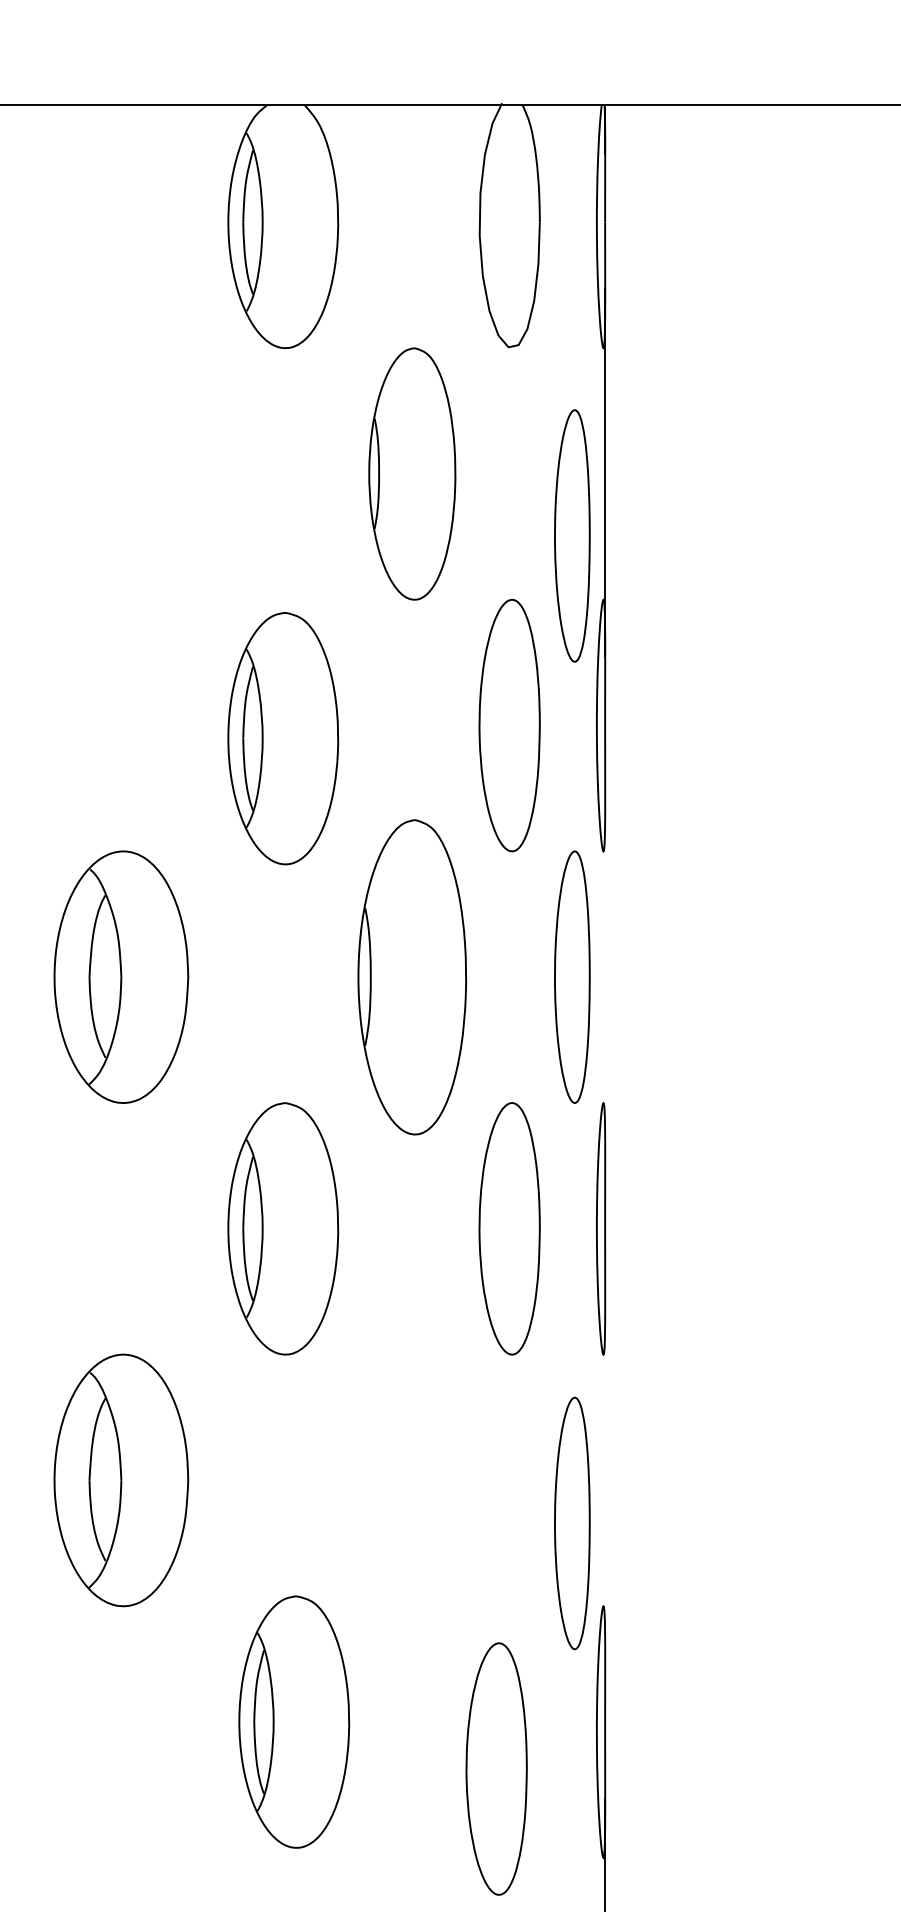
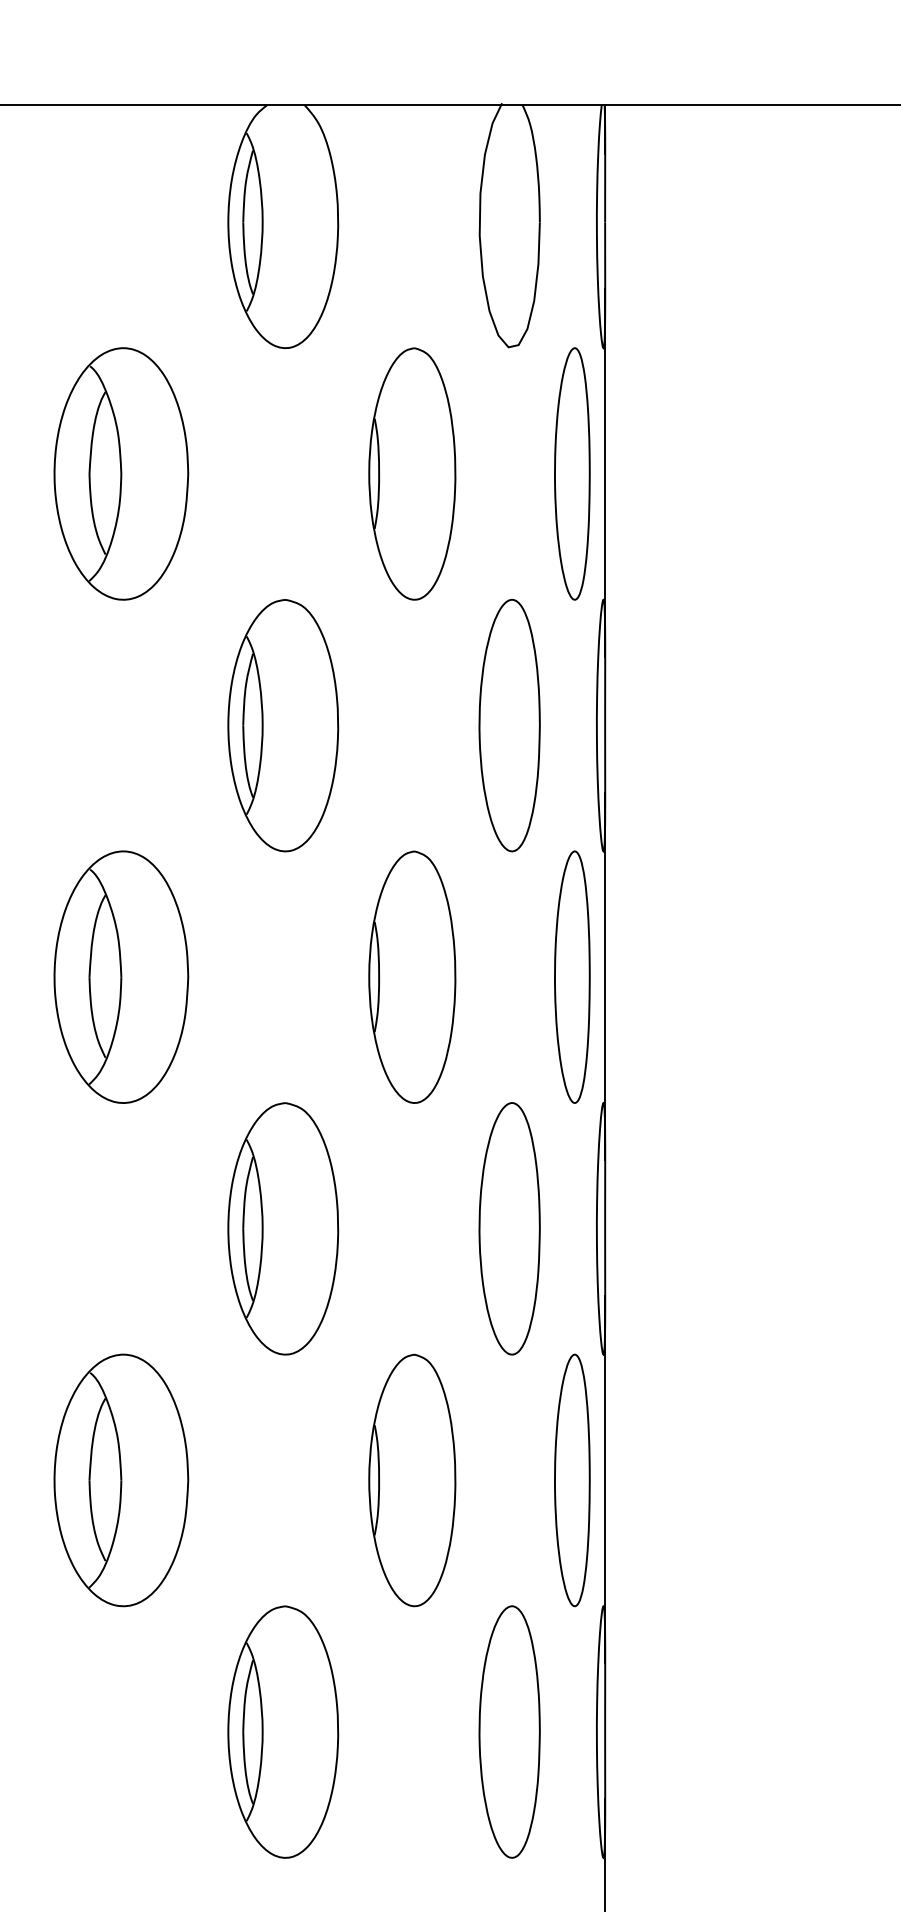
part at (121, 473): none -> present
part at (572, 535) position: (572, 535) -> (572, 473)
part at (283, 738) position: (283, 738) -> (283, 725)
line at (605, 976): none -> present
part at (411, 977) size: 110x317 px -> 89x254 px
line at (605, 1479): none -> present
part at (412, 1480): none -> present
part at (572, 1523) position: (572, 1523) -> (572, 1480)
part at (294, 1721) position: (294, 1721) -> (283, 1731)
part at (496, 1768) position: (496, 1768) -> (509, 1731)
